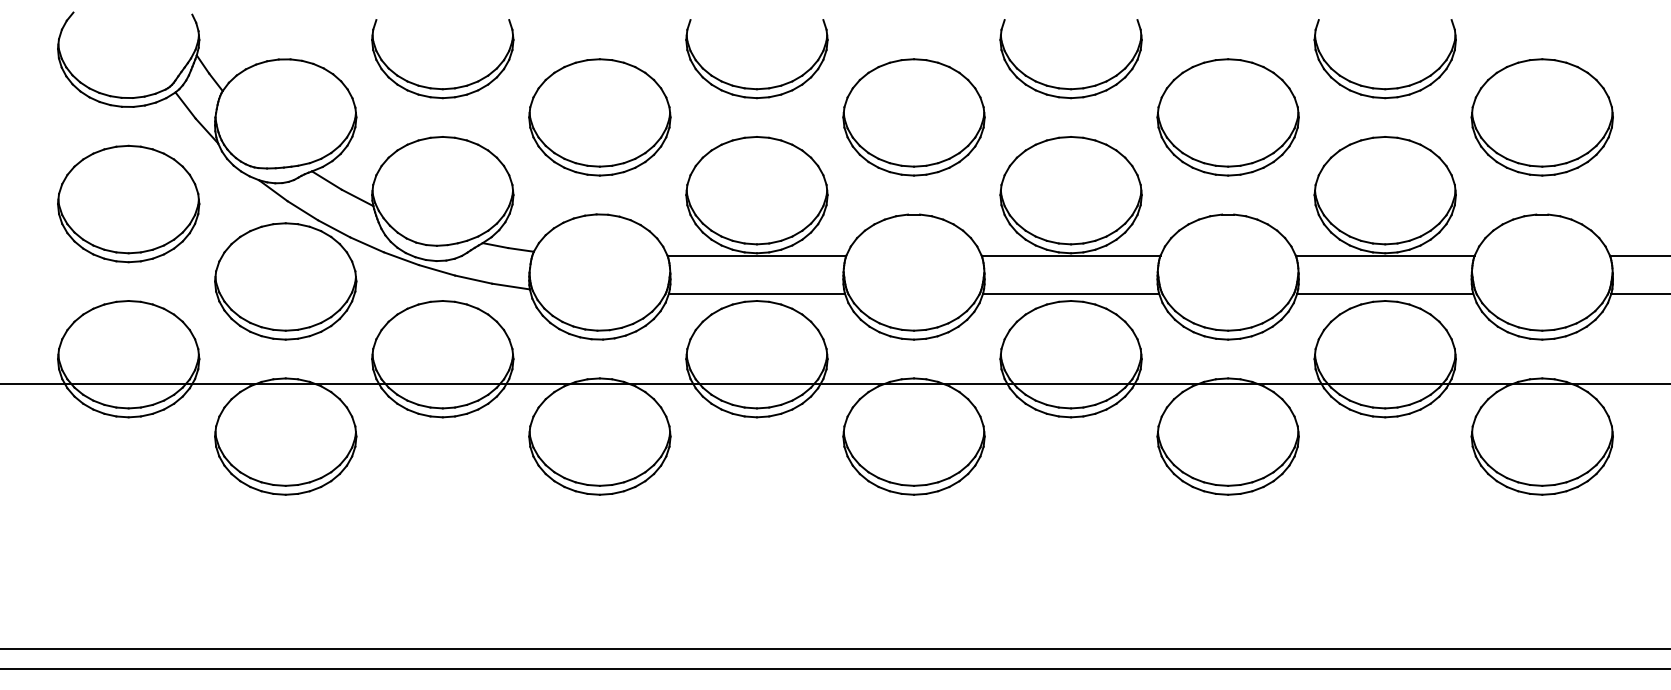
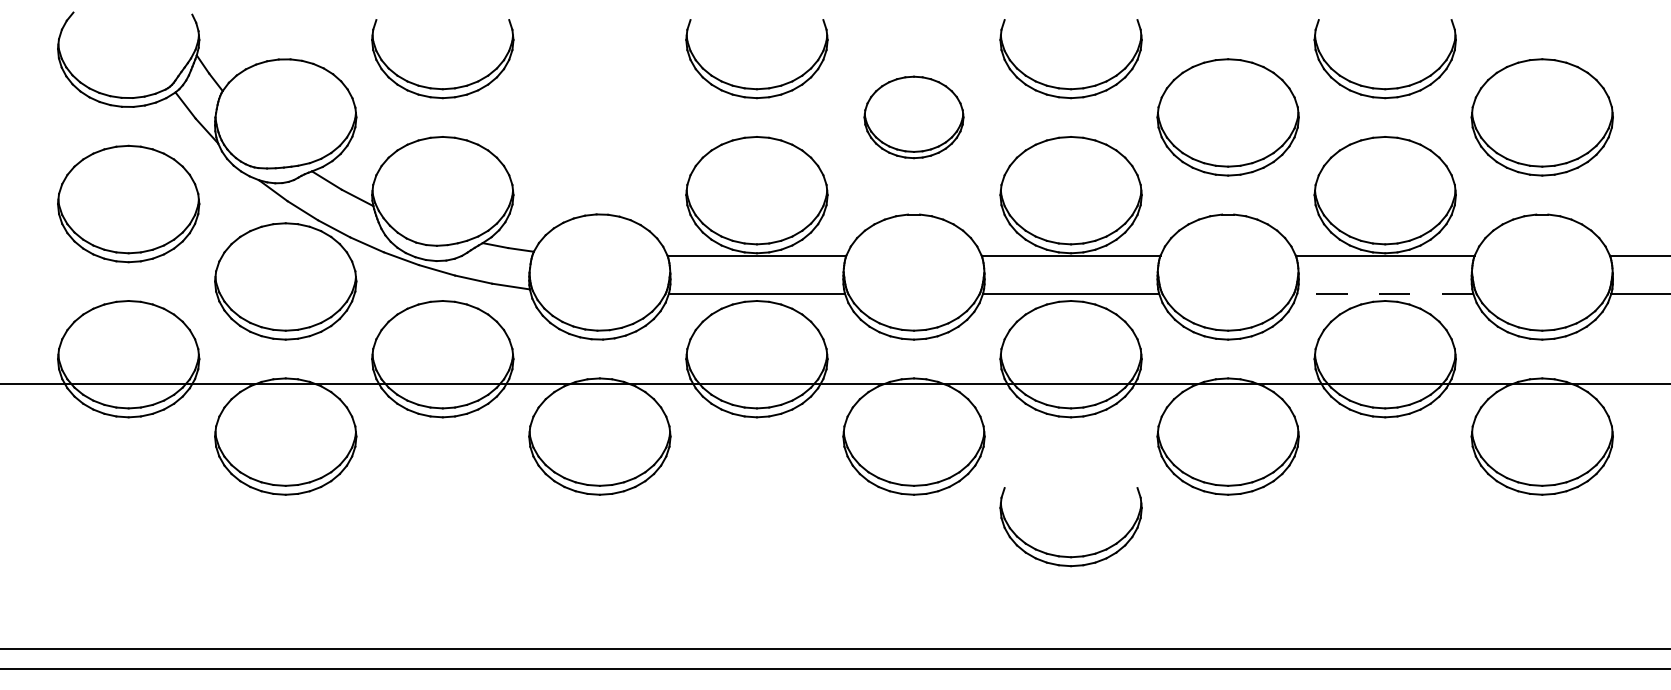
part at (599, 117): present -> none
part at (913, 117) size: 144x119 px -> 102x85 px
line at (1385, 293): solid -> dashed
part at (1065, 555): none -> present
